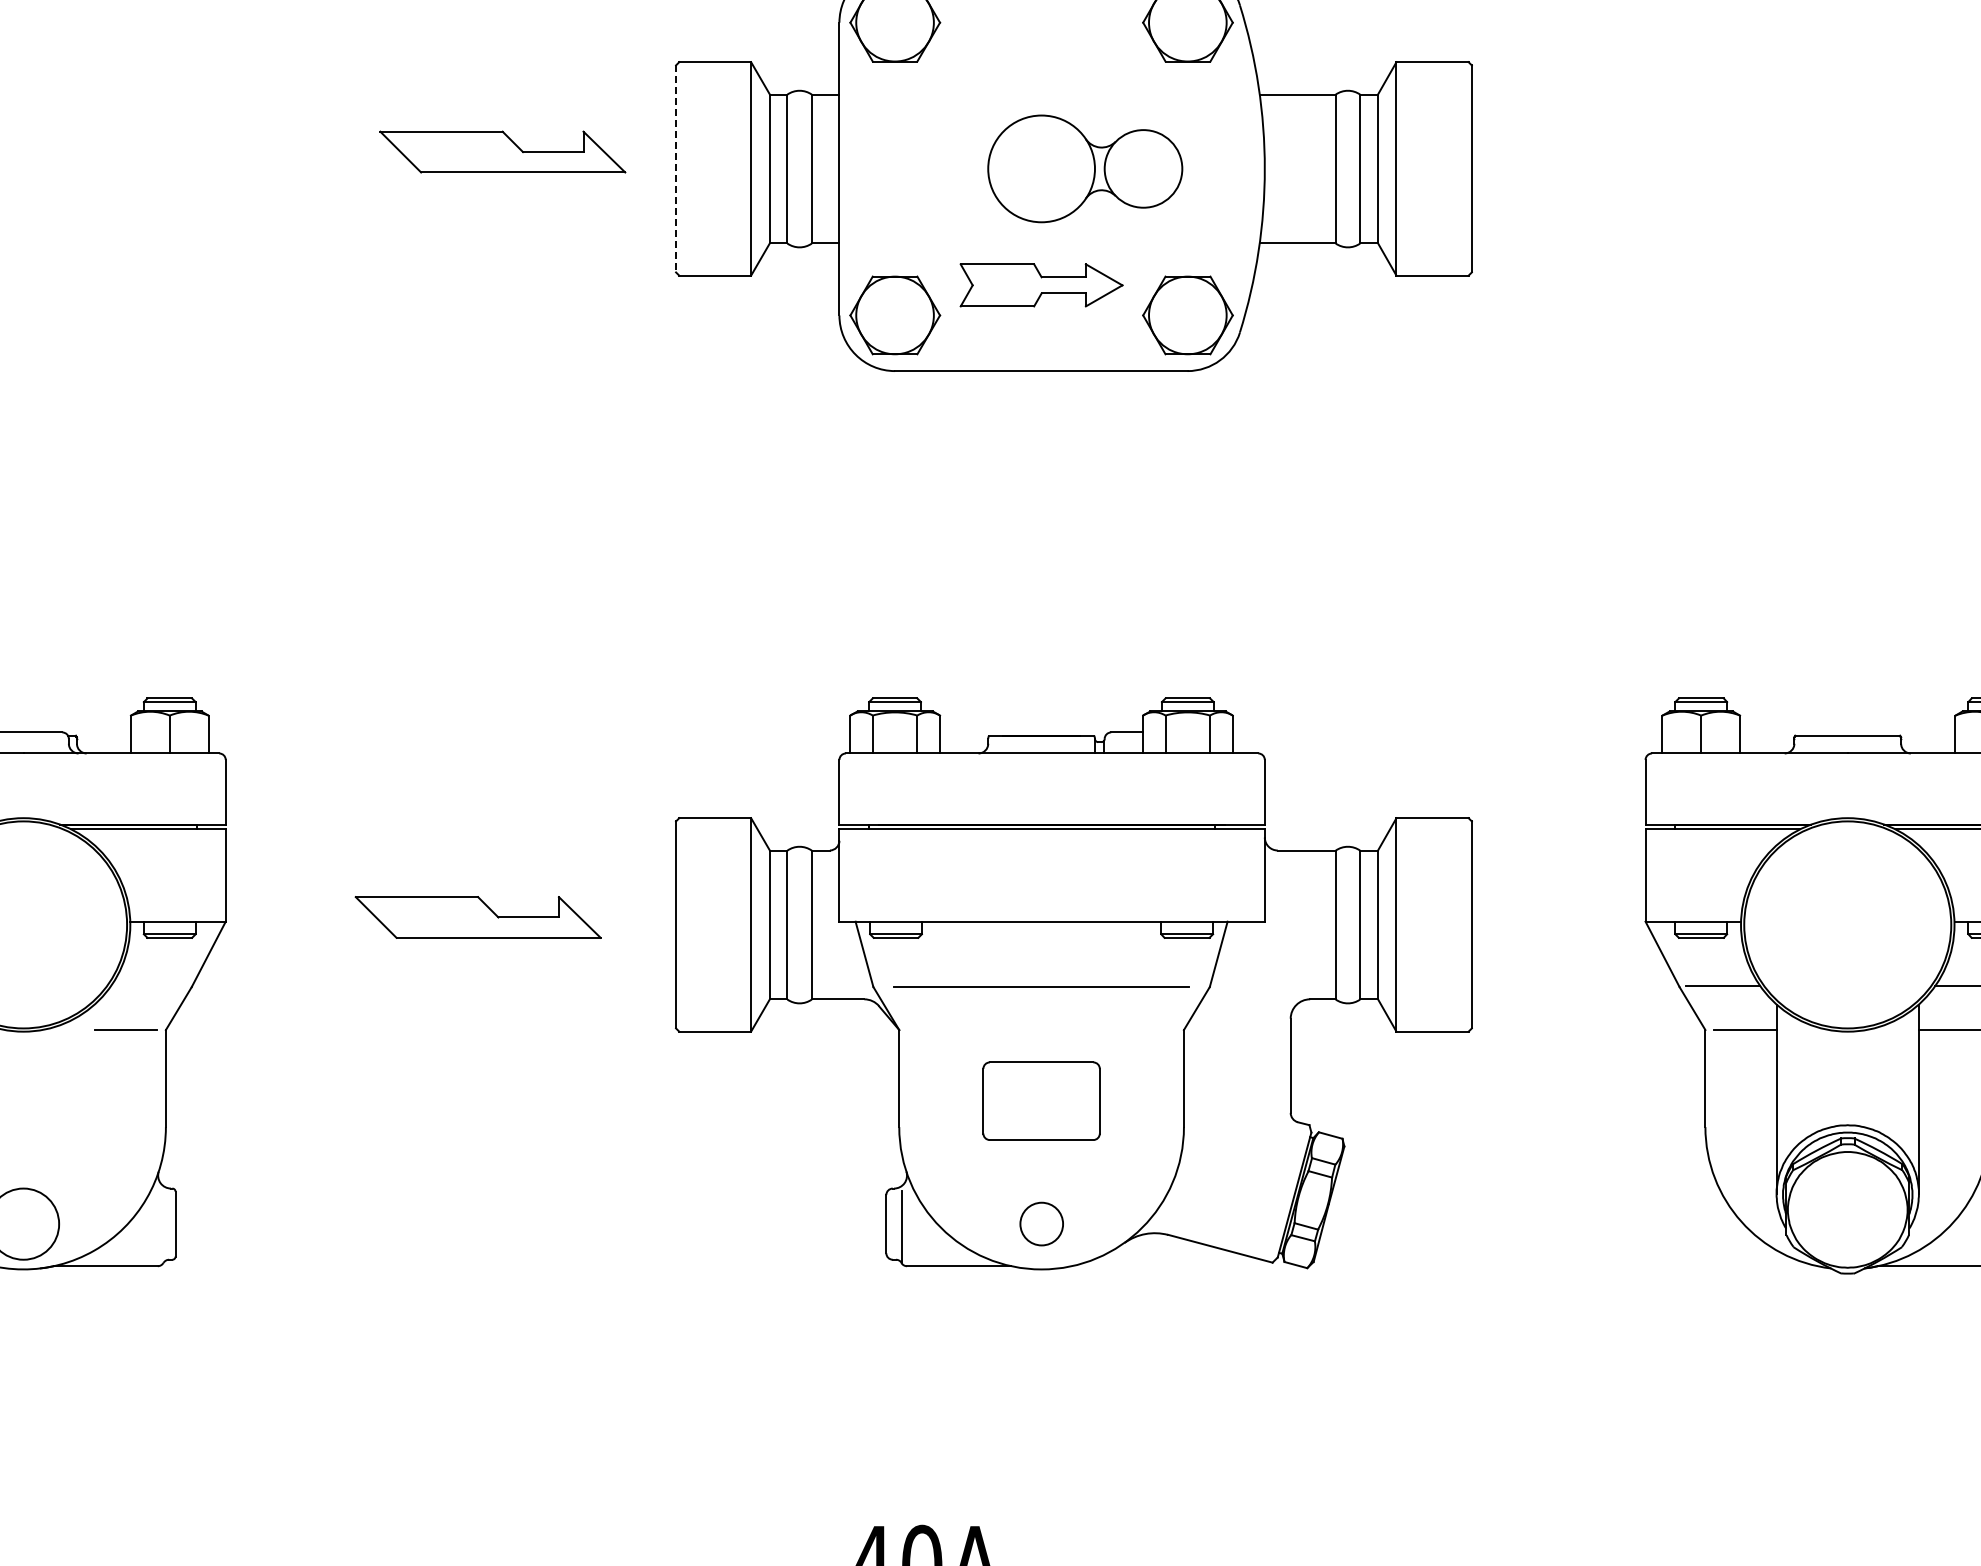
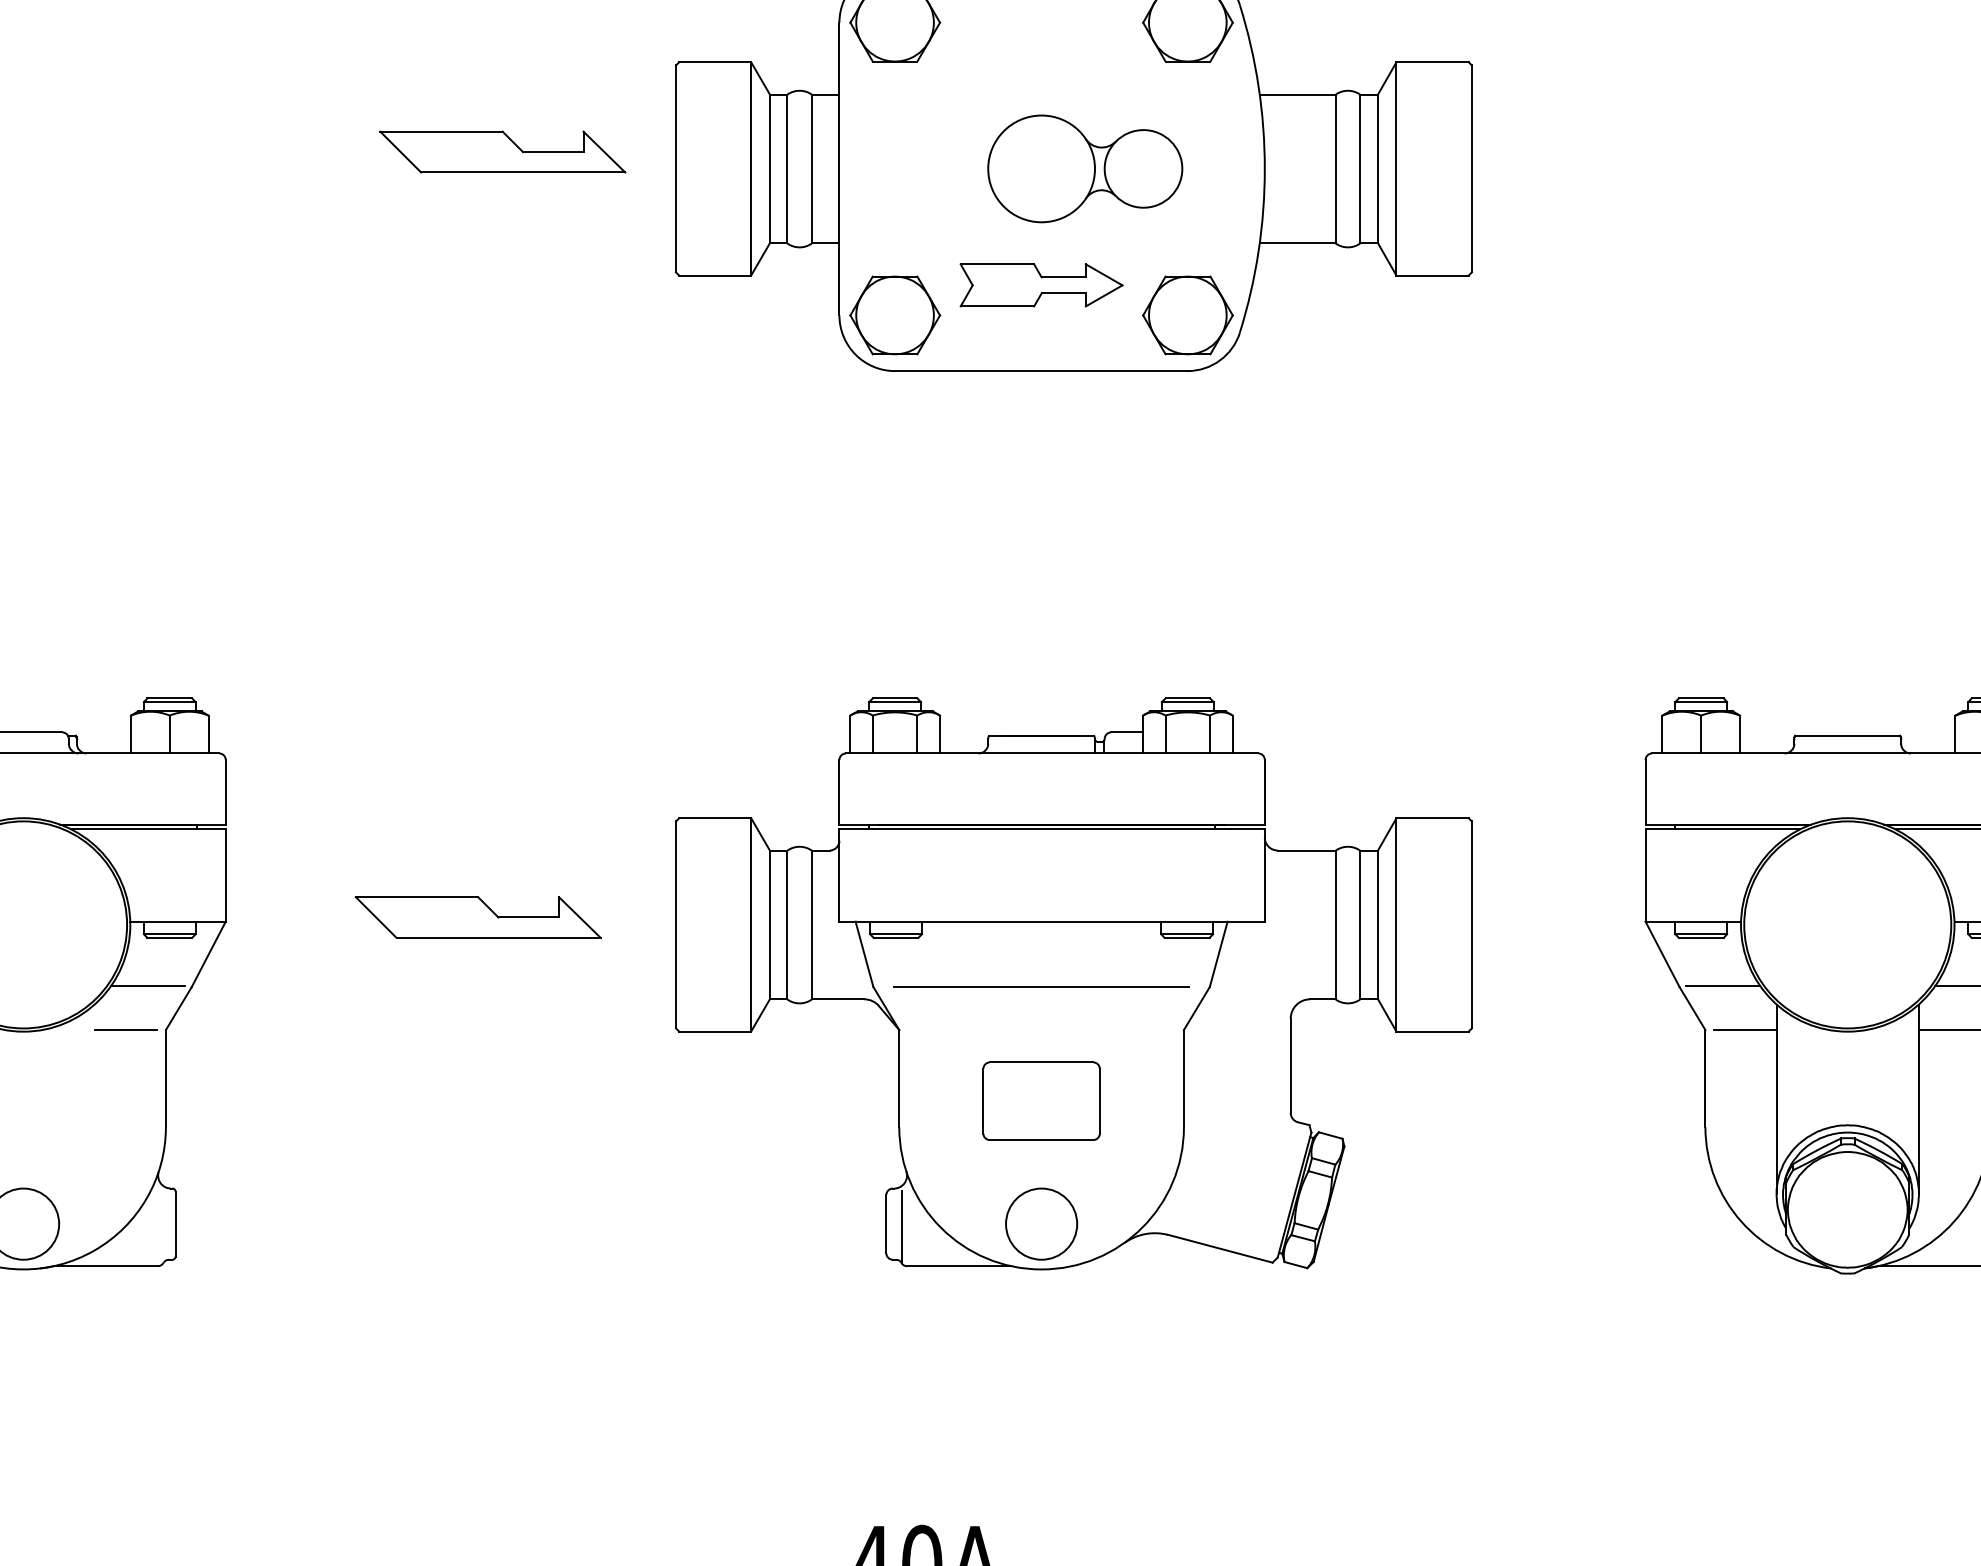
line at (676, 168): dashed -> solid
line at (147, 986): none -> present
circle at (1041, 1223) size: 45x46 px -> 74x74 px
